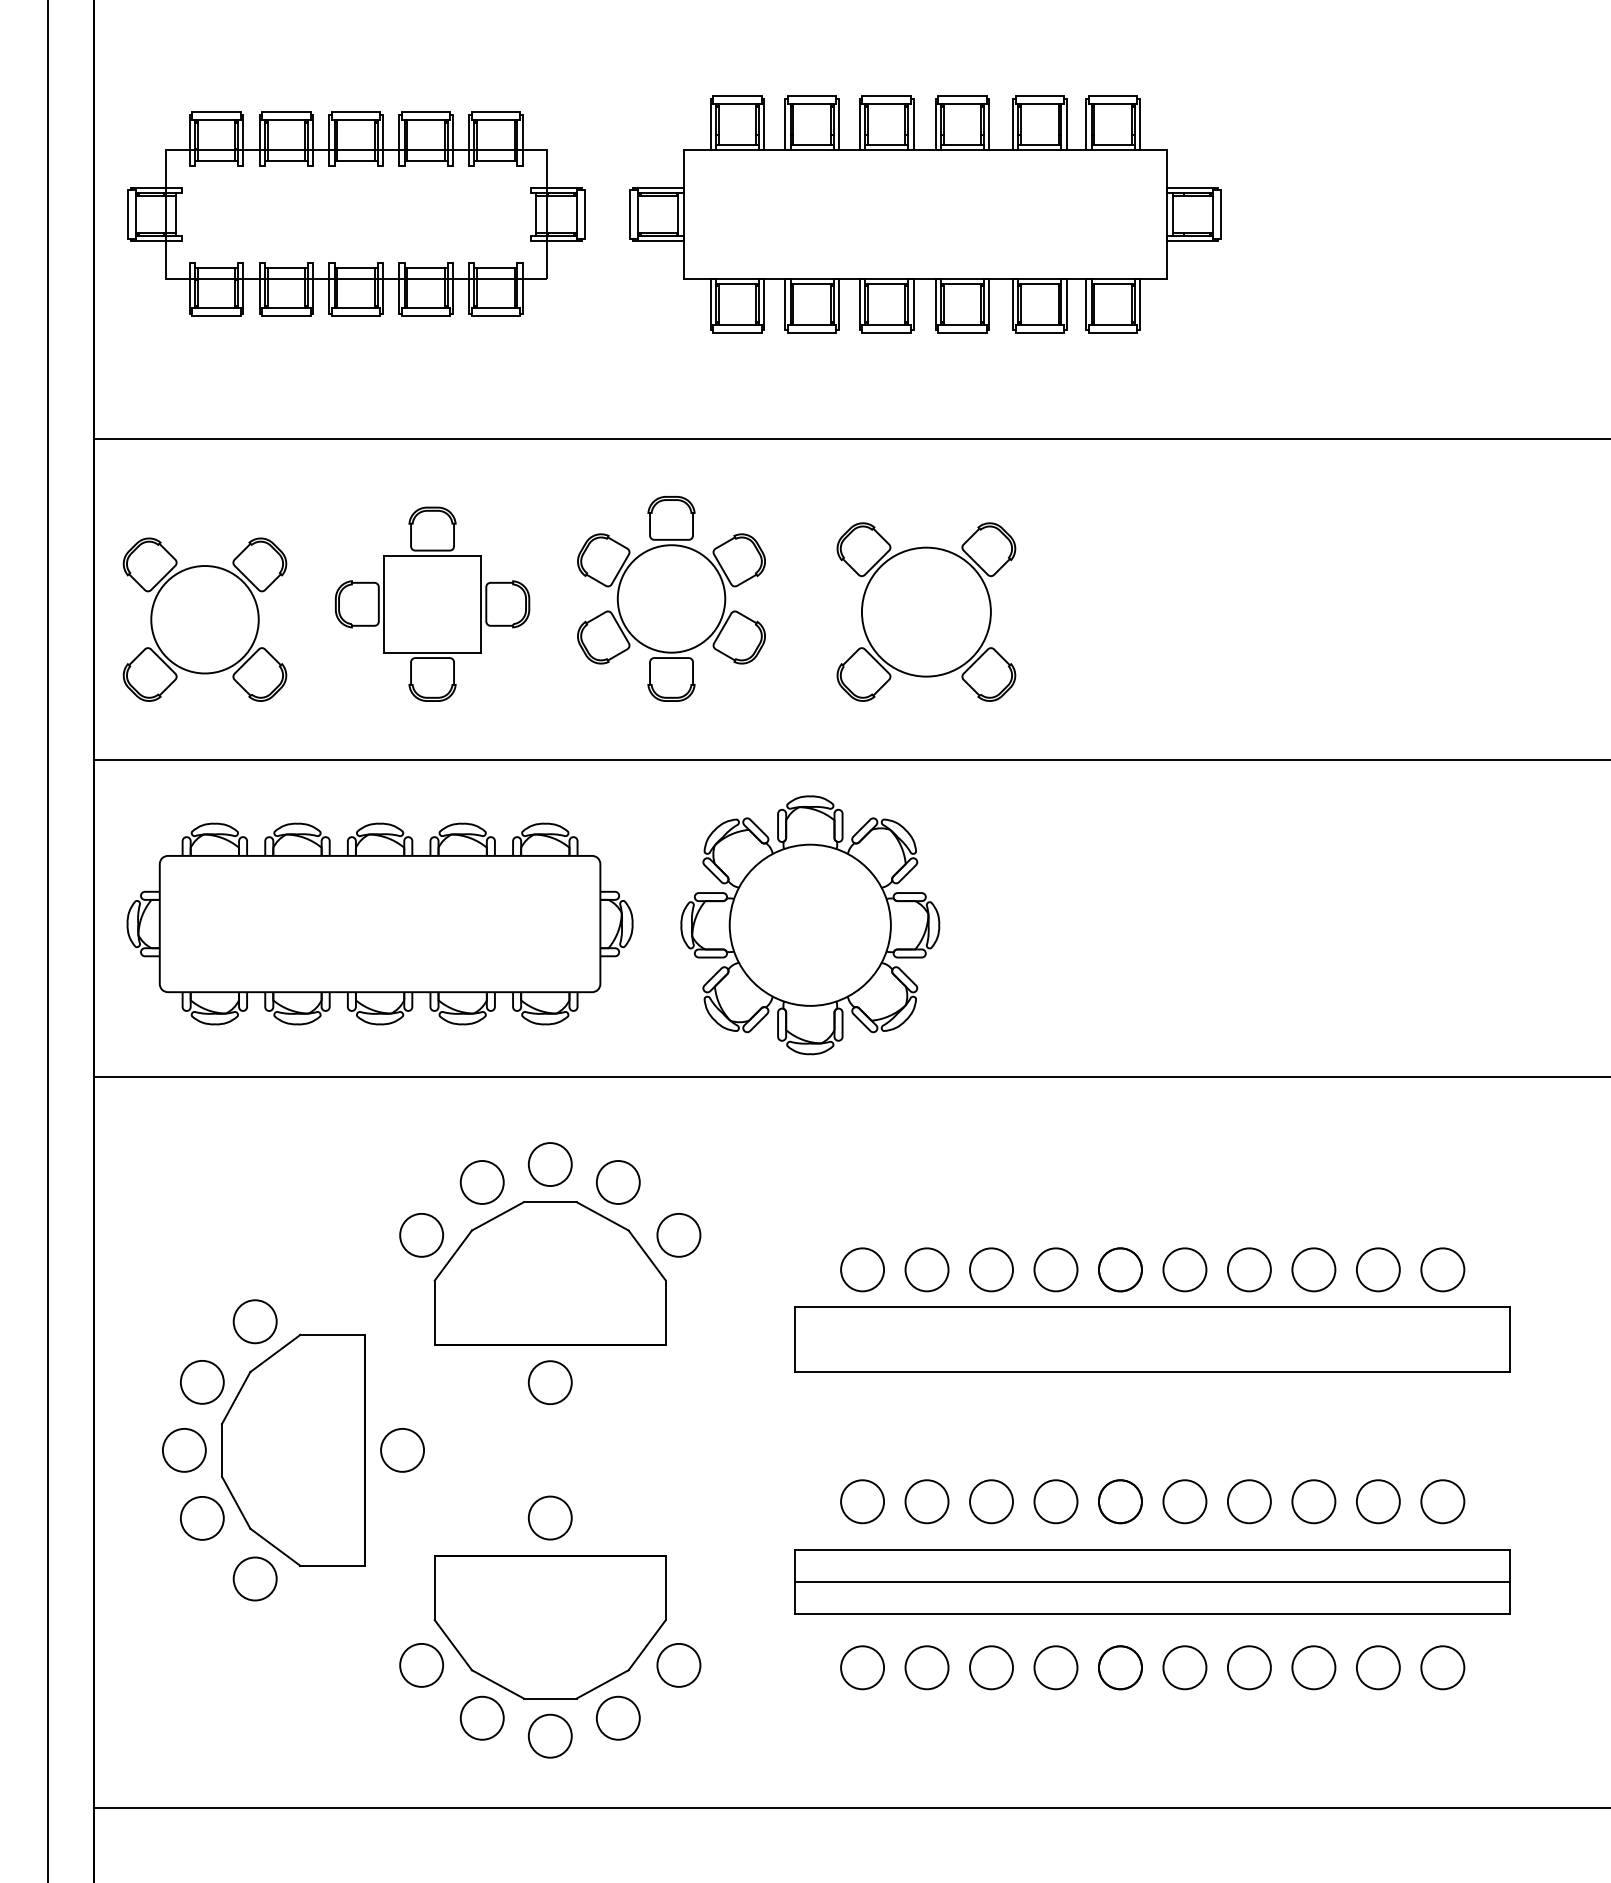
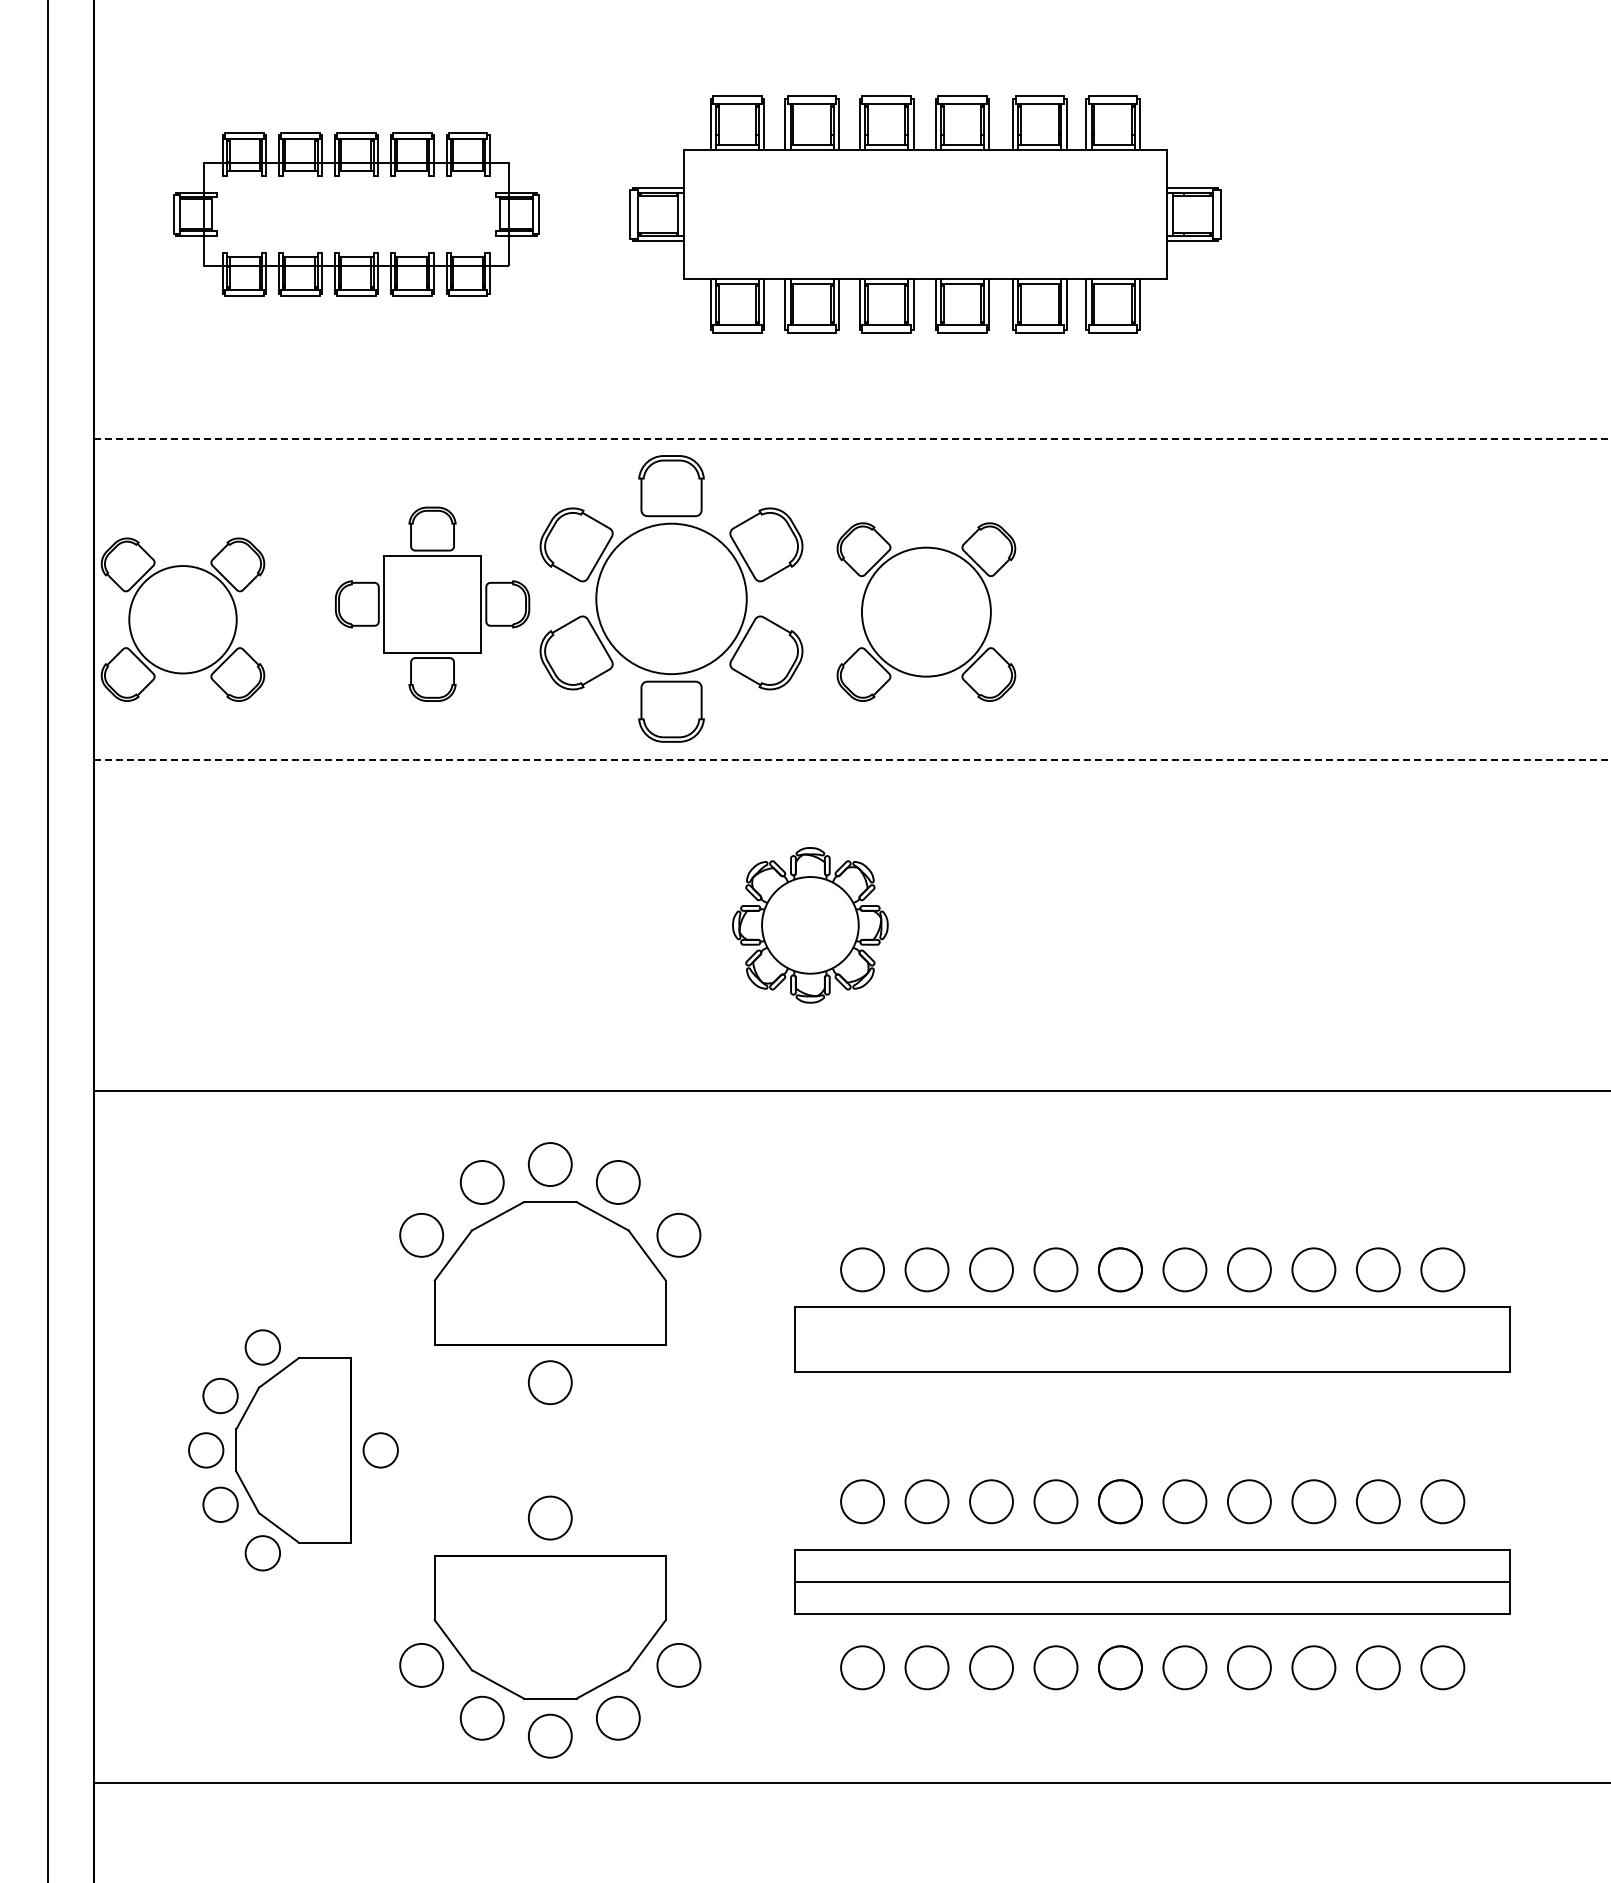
part at (356, 213) size: 459x206 px -> 367x165 px
line at (852, 438): solid -> dashed
part at (671, 598) size: 189x206 px -> 265x288 px
part at (204, 619) position: (204, 619) -> (182, 619)
line at (852, 760): solid -> dashed
part at (379, 923): present -> none
part at (810, 925) size: 261x261 px -> 157x157 px
line at (850, 1076) position: (850, 1076) -> (850, 1090)
part at (293, 1450) size: 263x303 px -> 211x243 px
line at (850, 1807) position: (850, 1807) -> (850, 1782)
